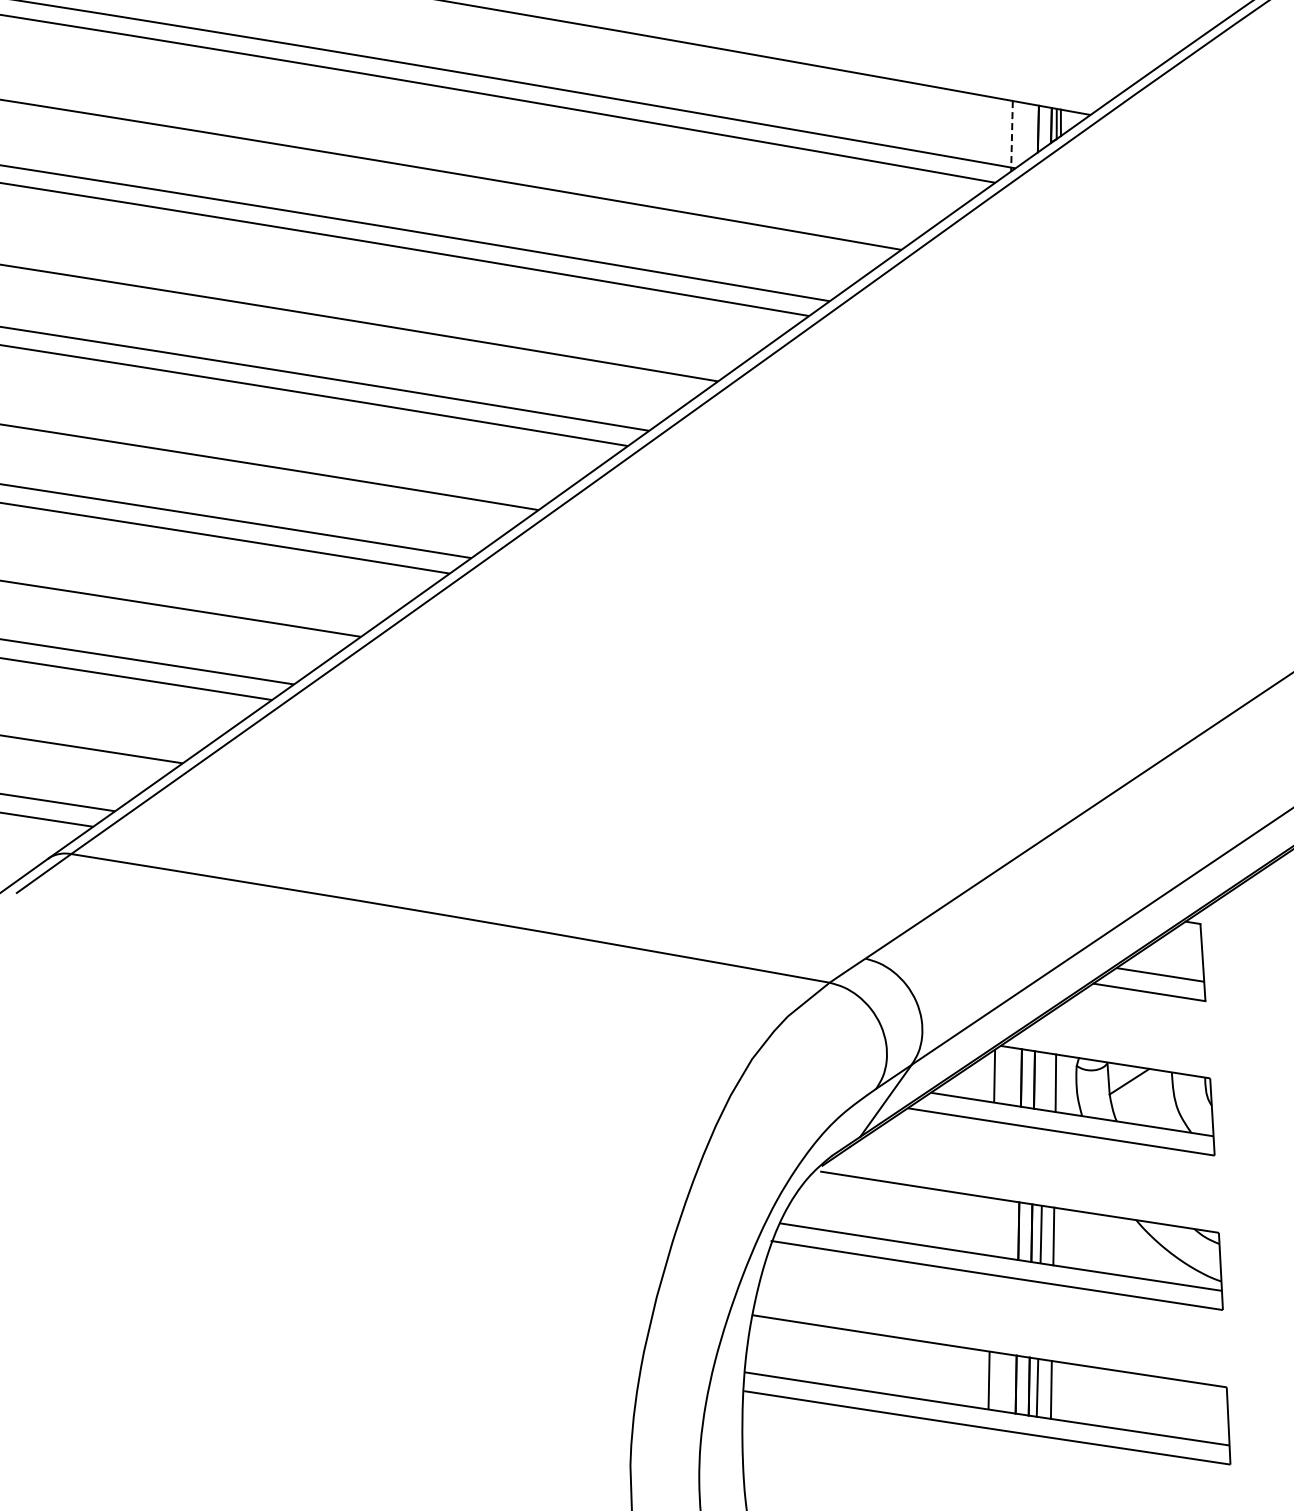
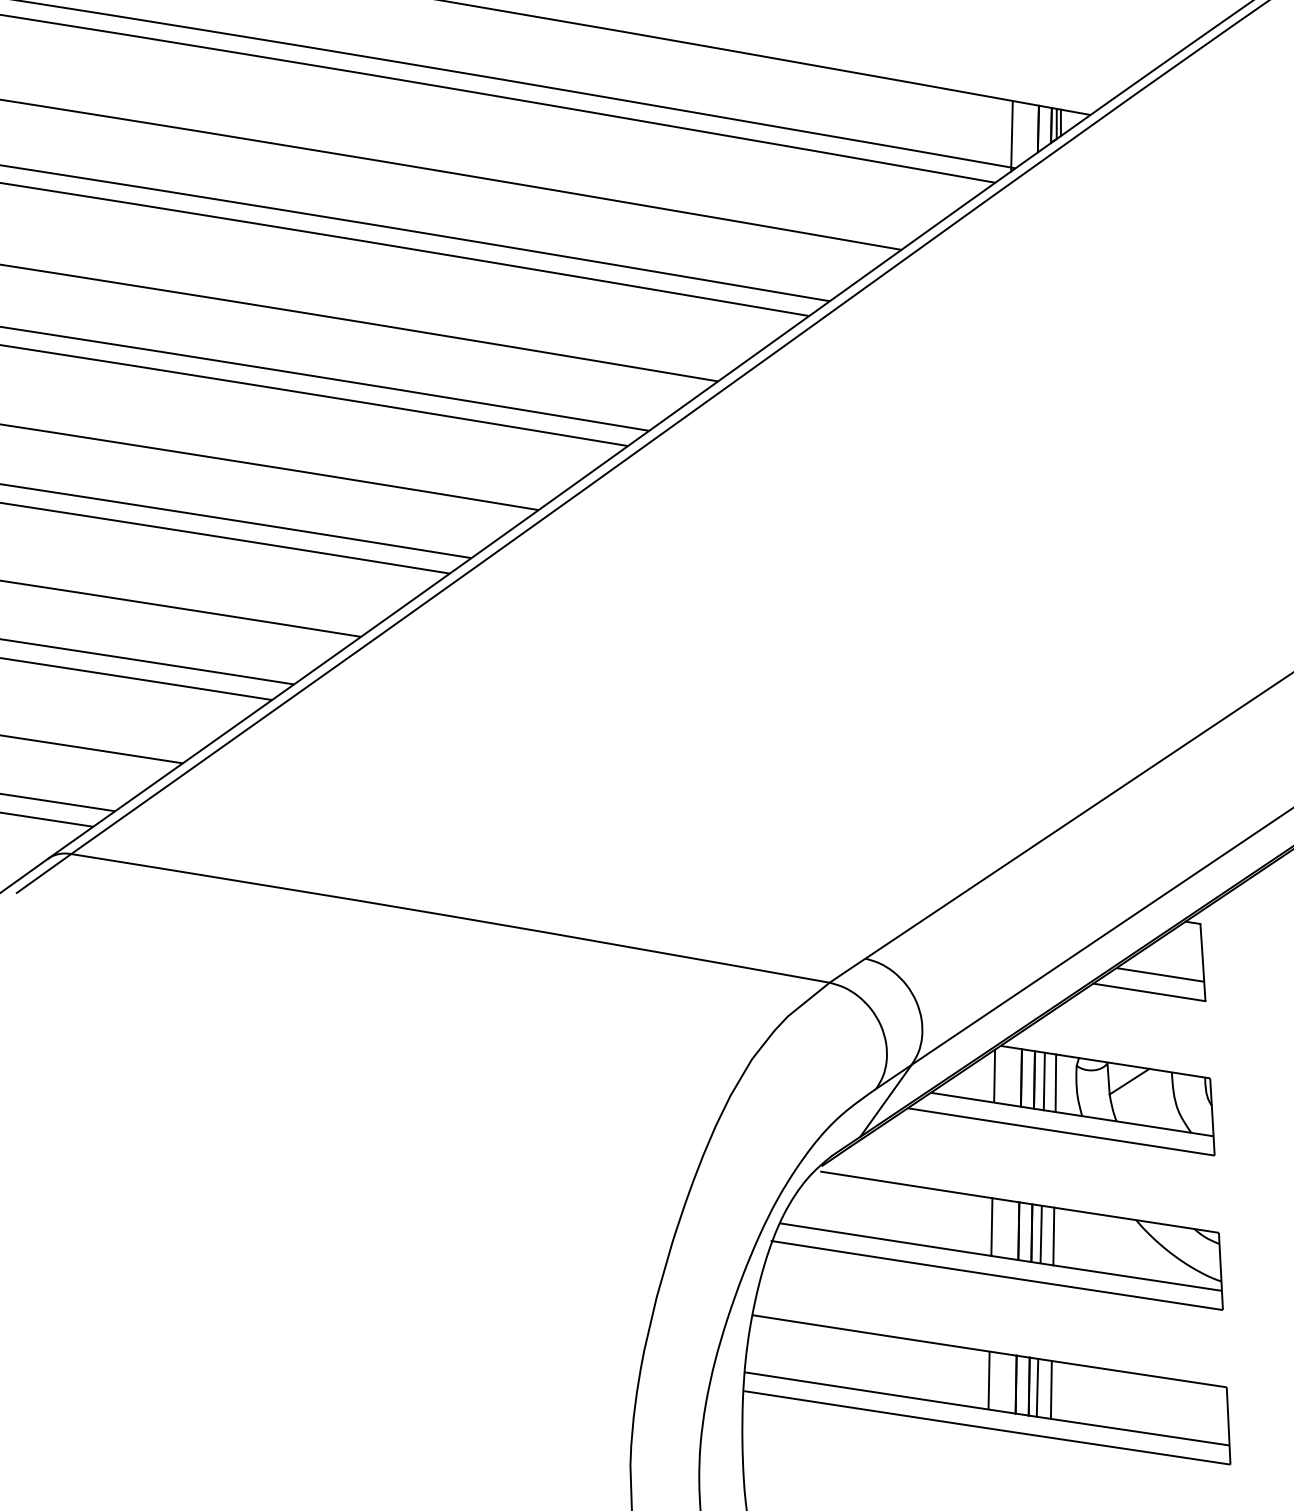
line at (1011, 136): dashed -> solid
line at (1043, 1081): none -> present
line at (991, 1226): none -> present
